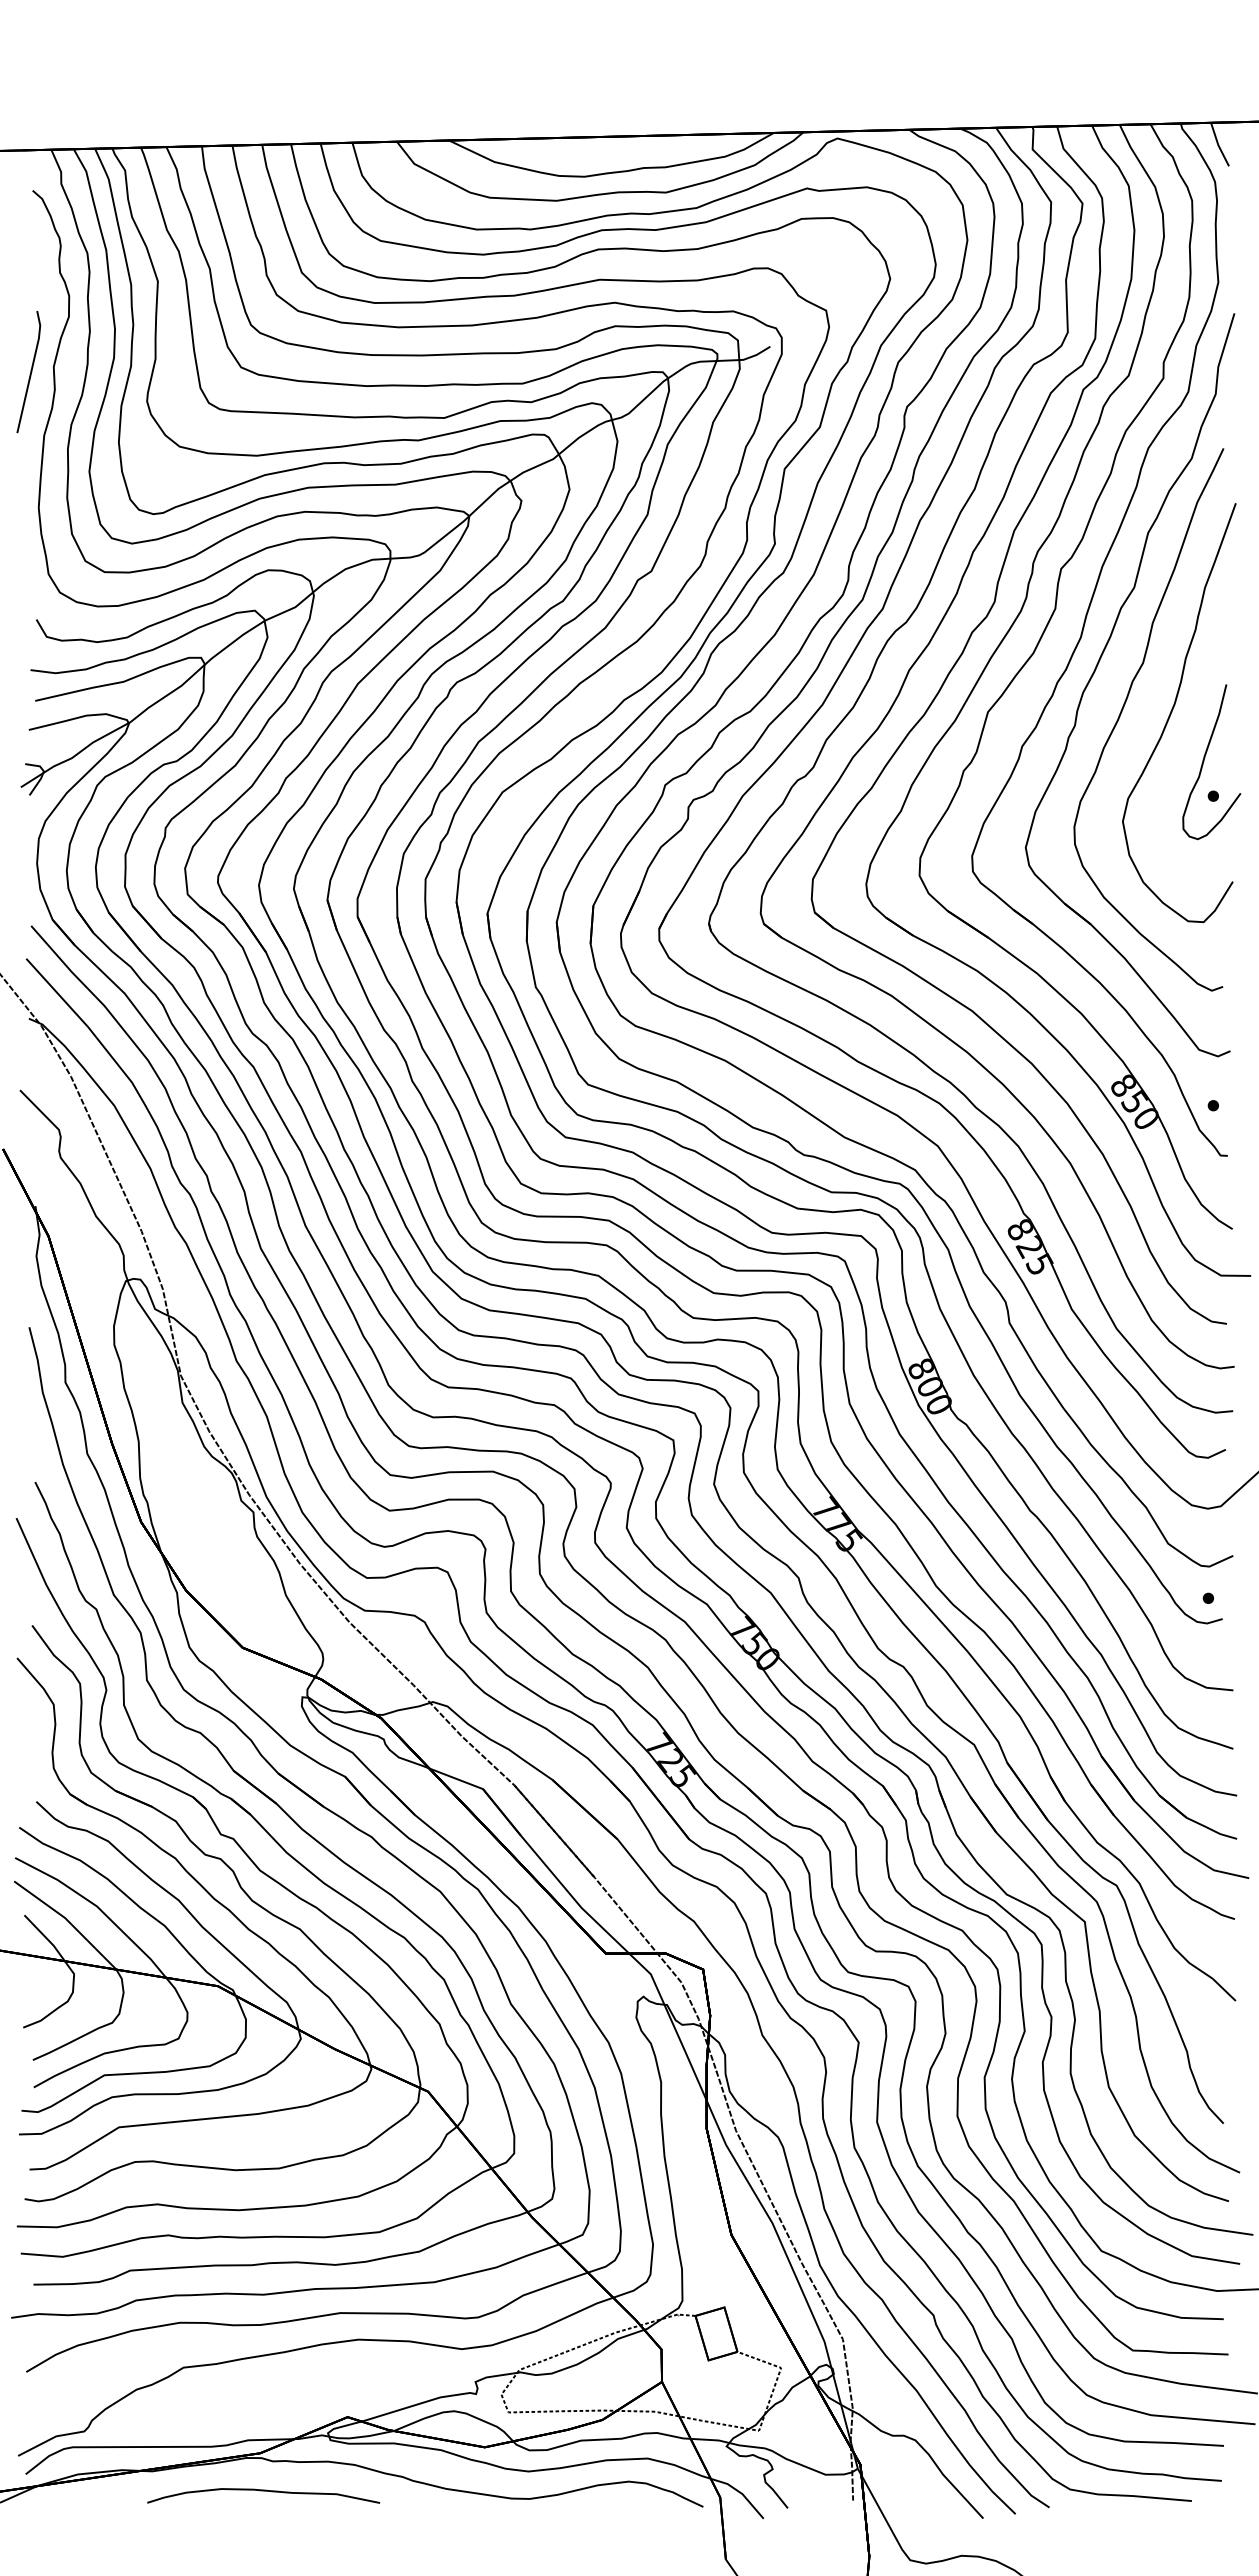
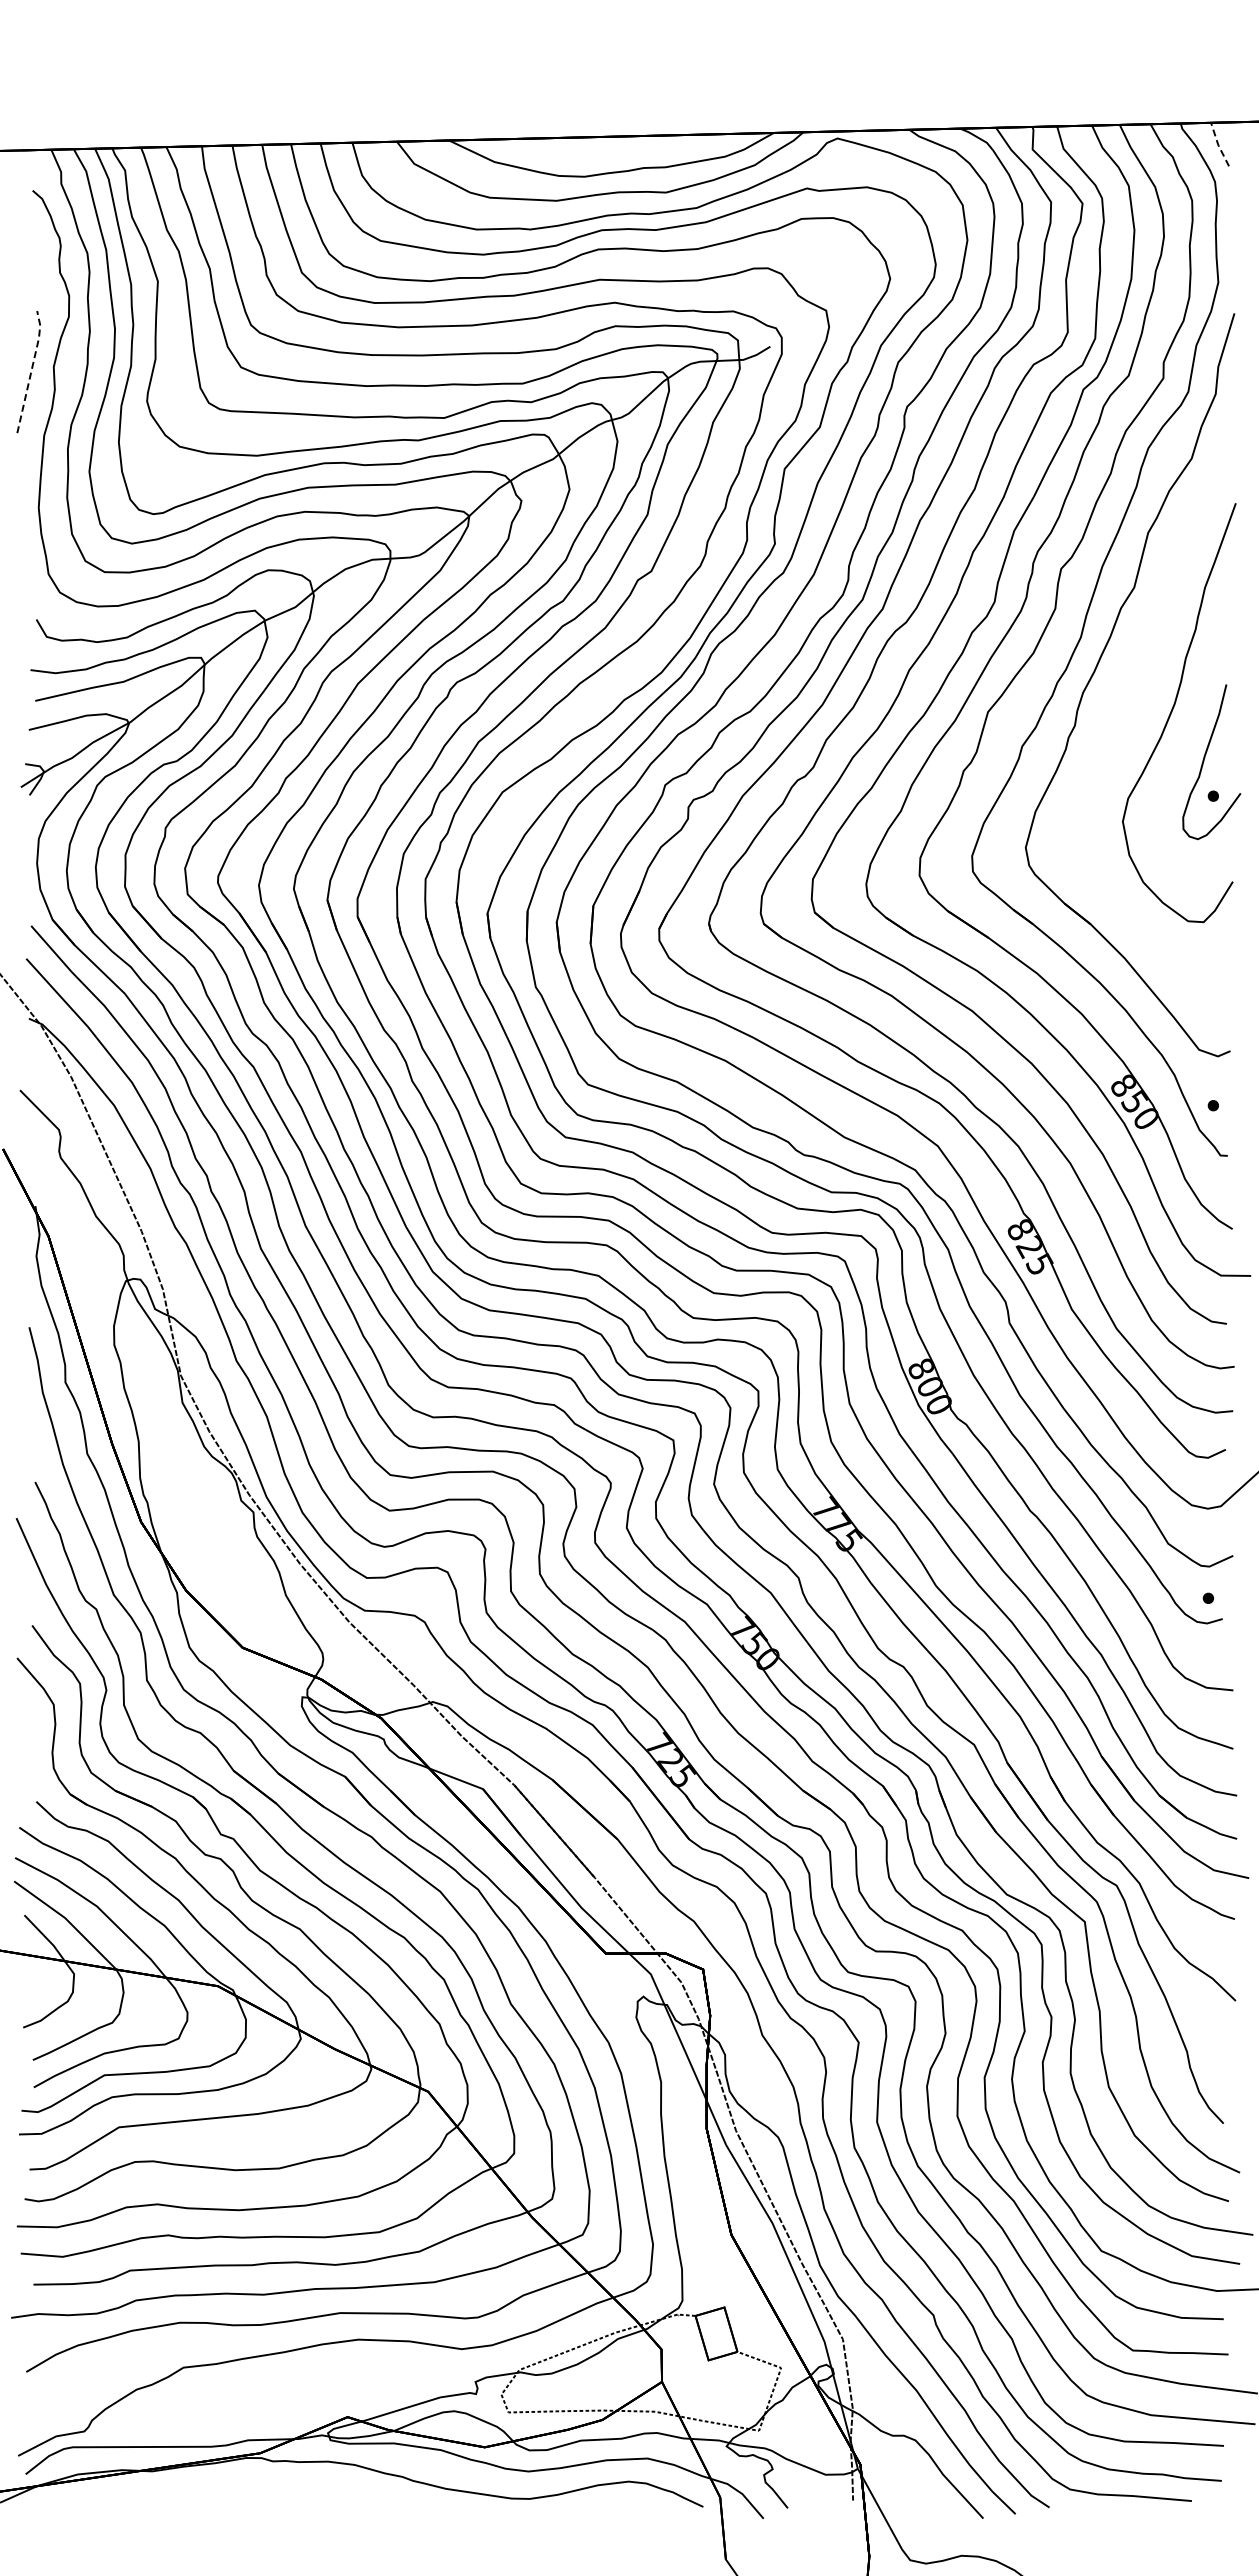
line at (1218, 145): solid -> dashed
line at (31, 370): solid -> dashed
curve at (1124, 707): present -> none
curve at (263, 2491): present -> none
